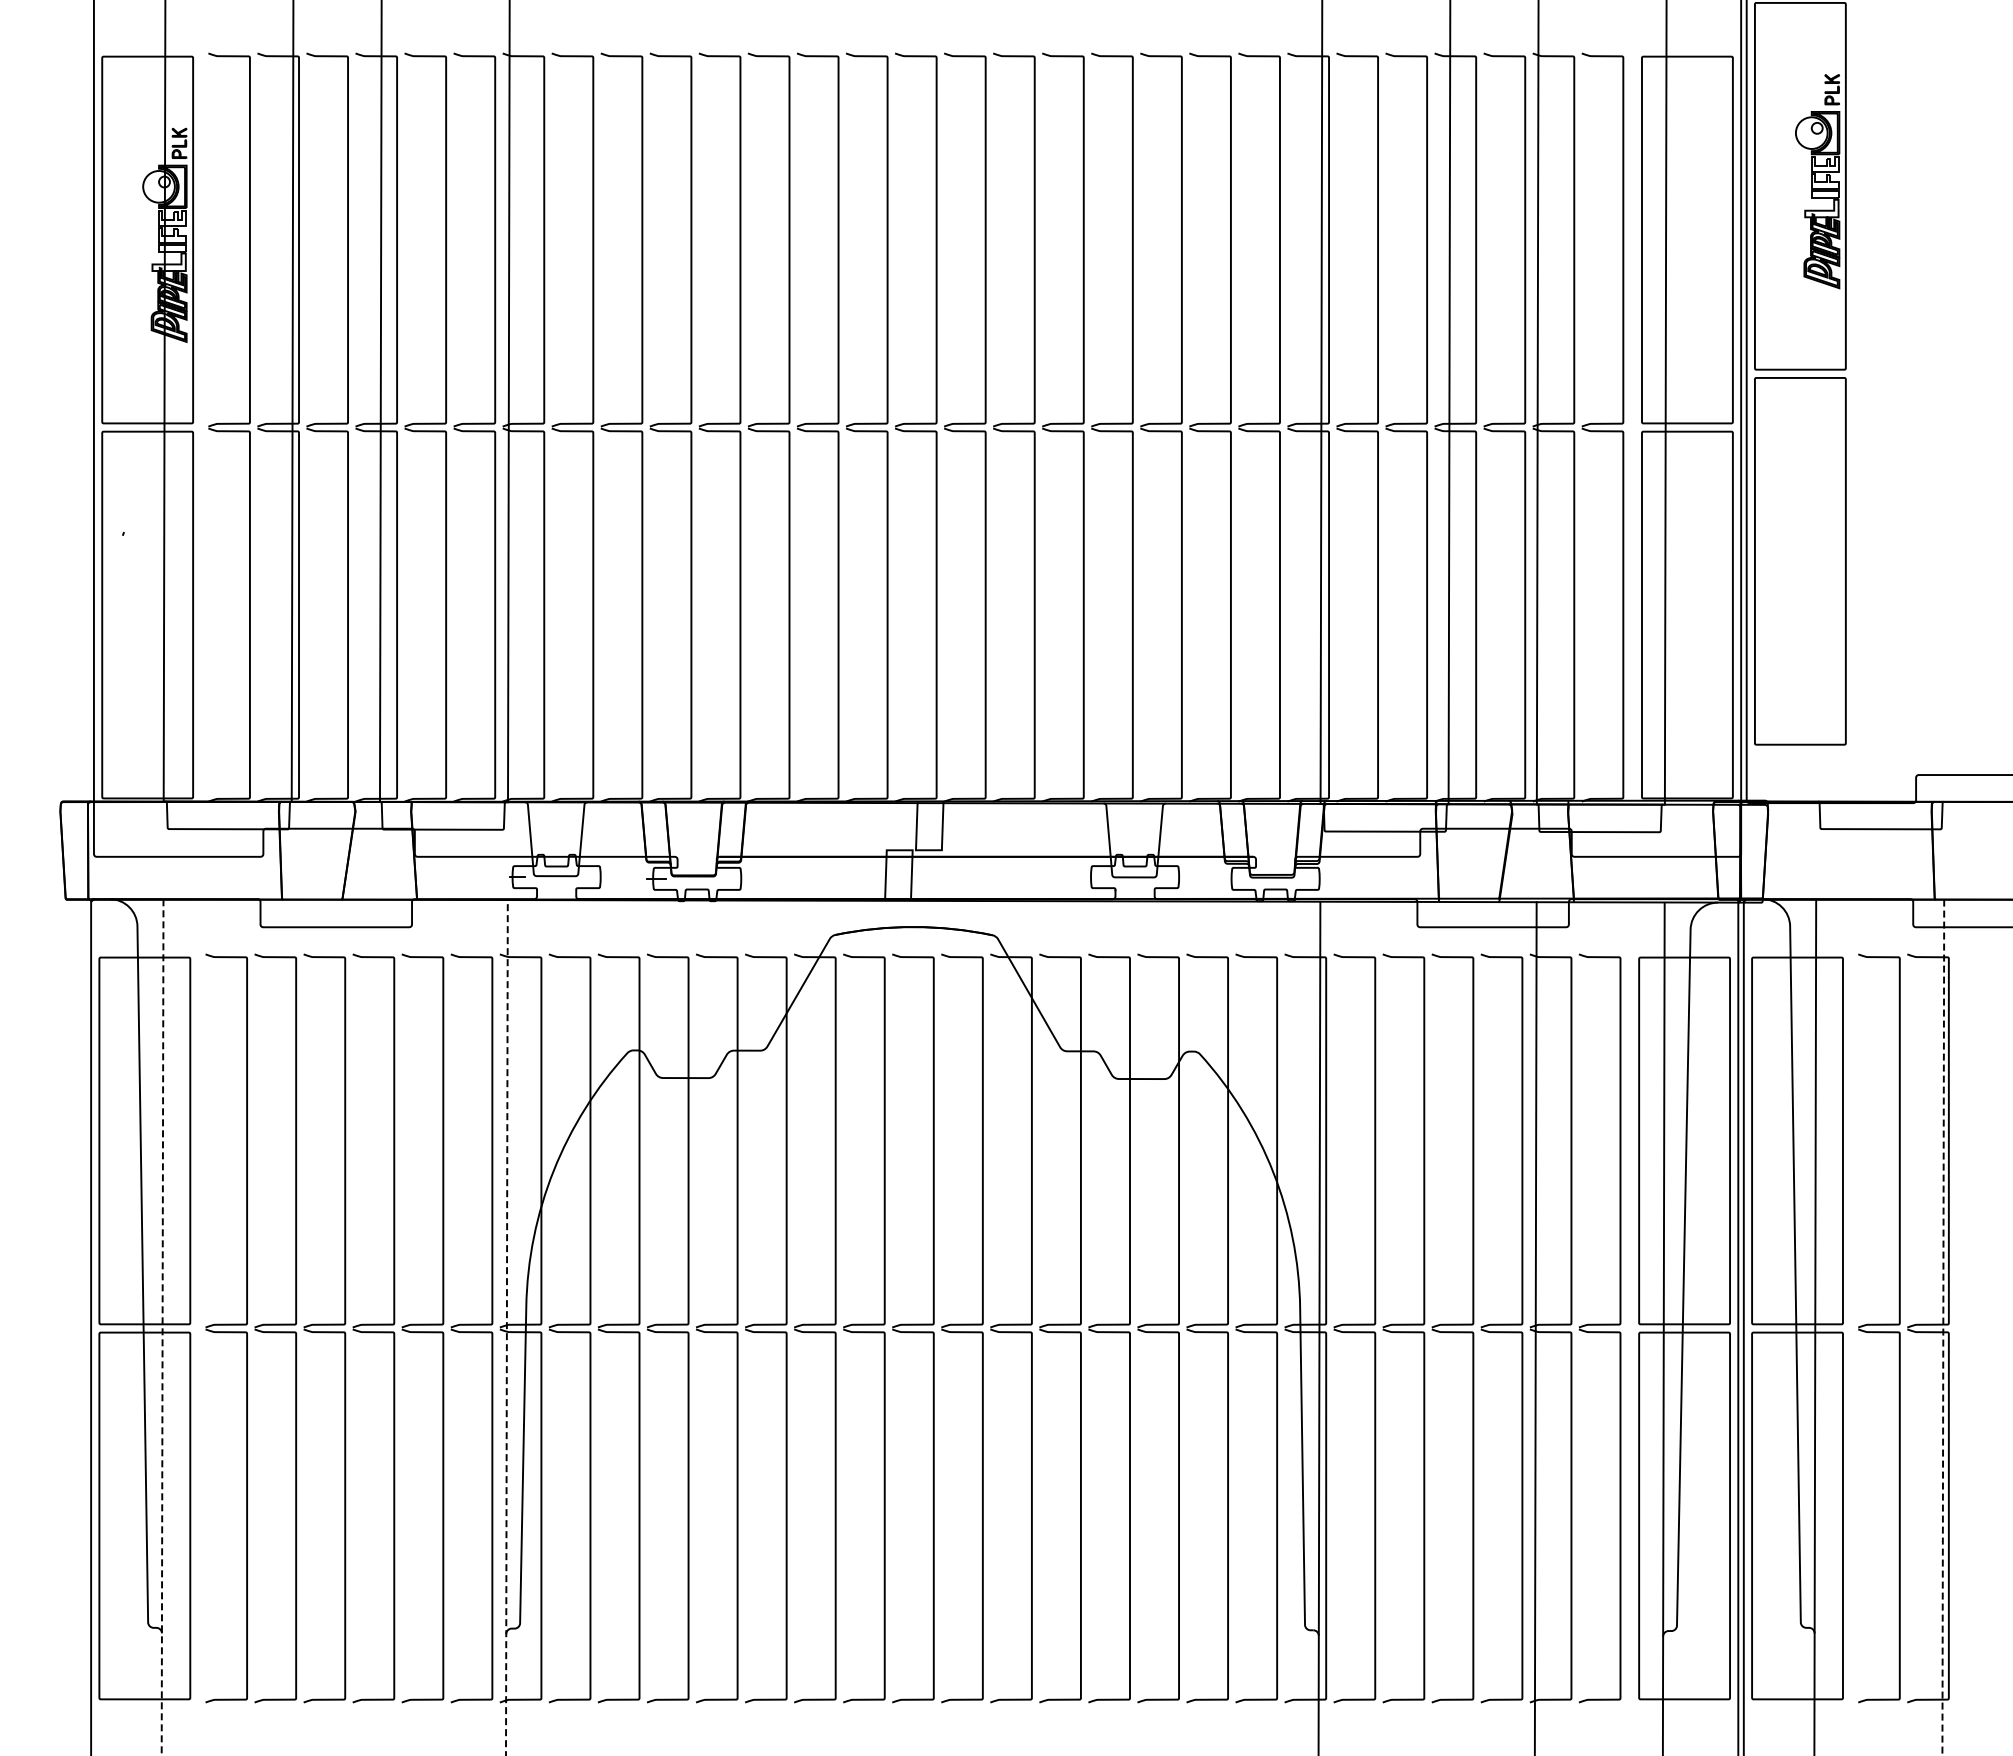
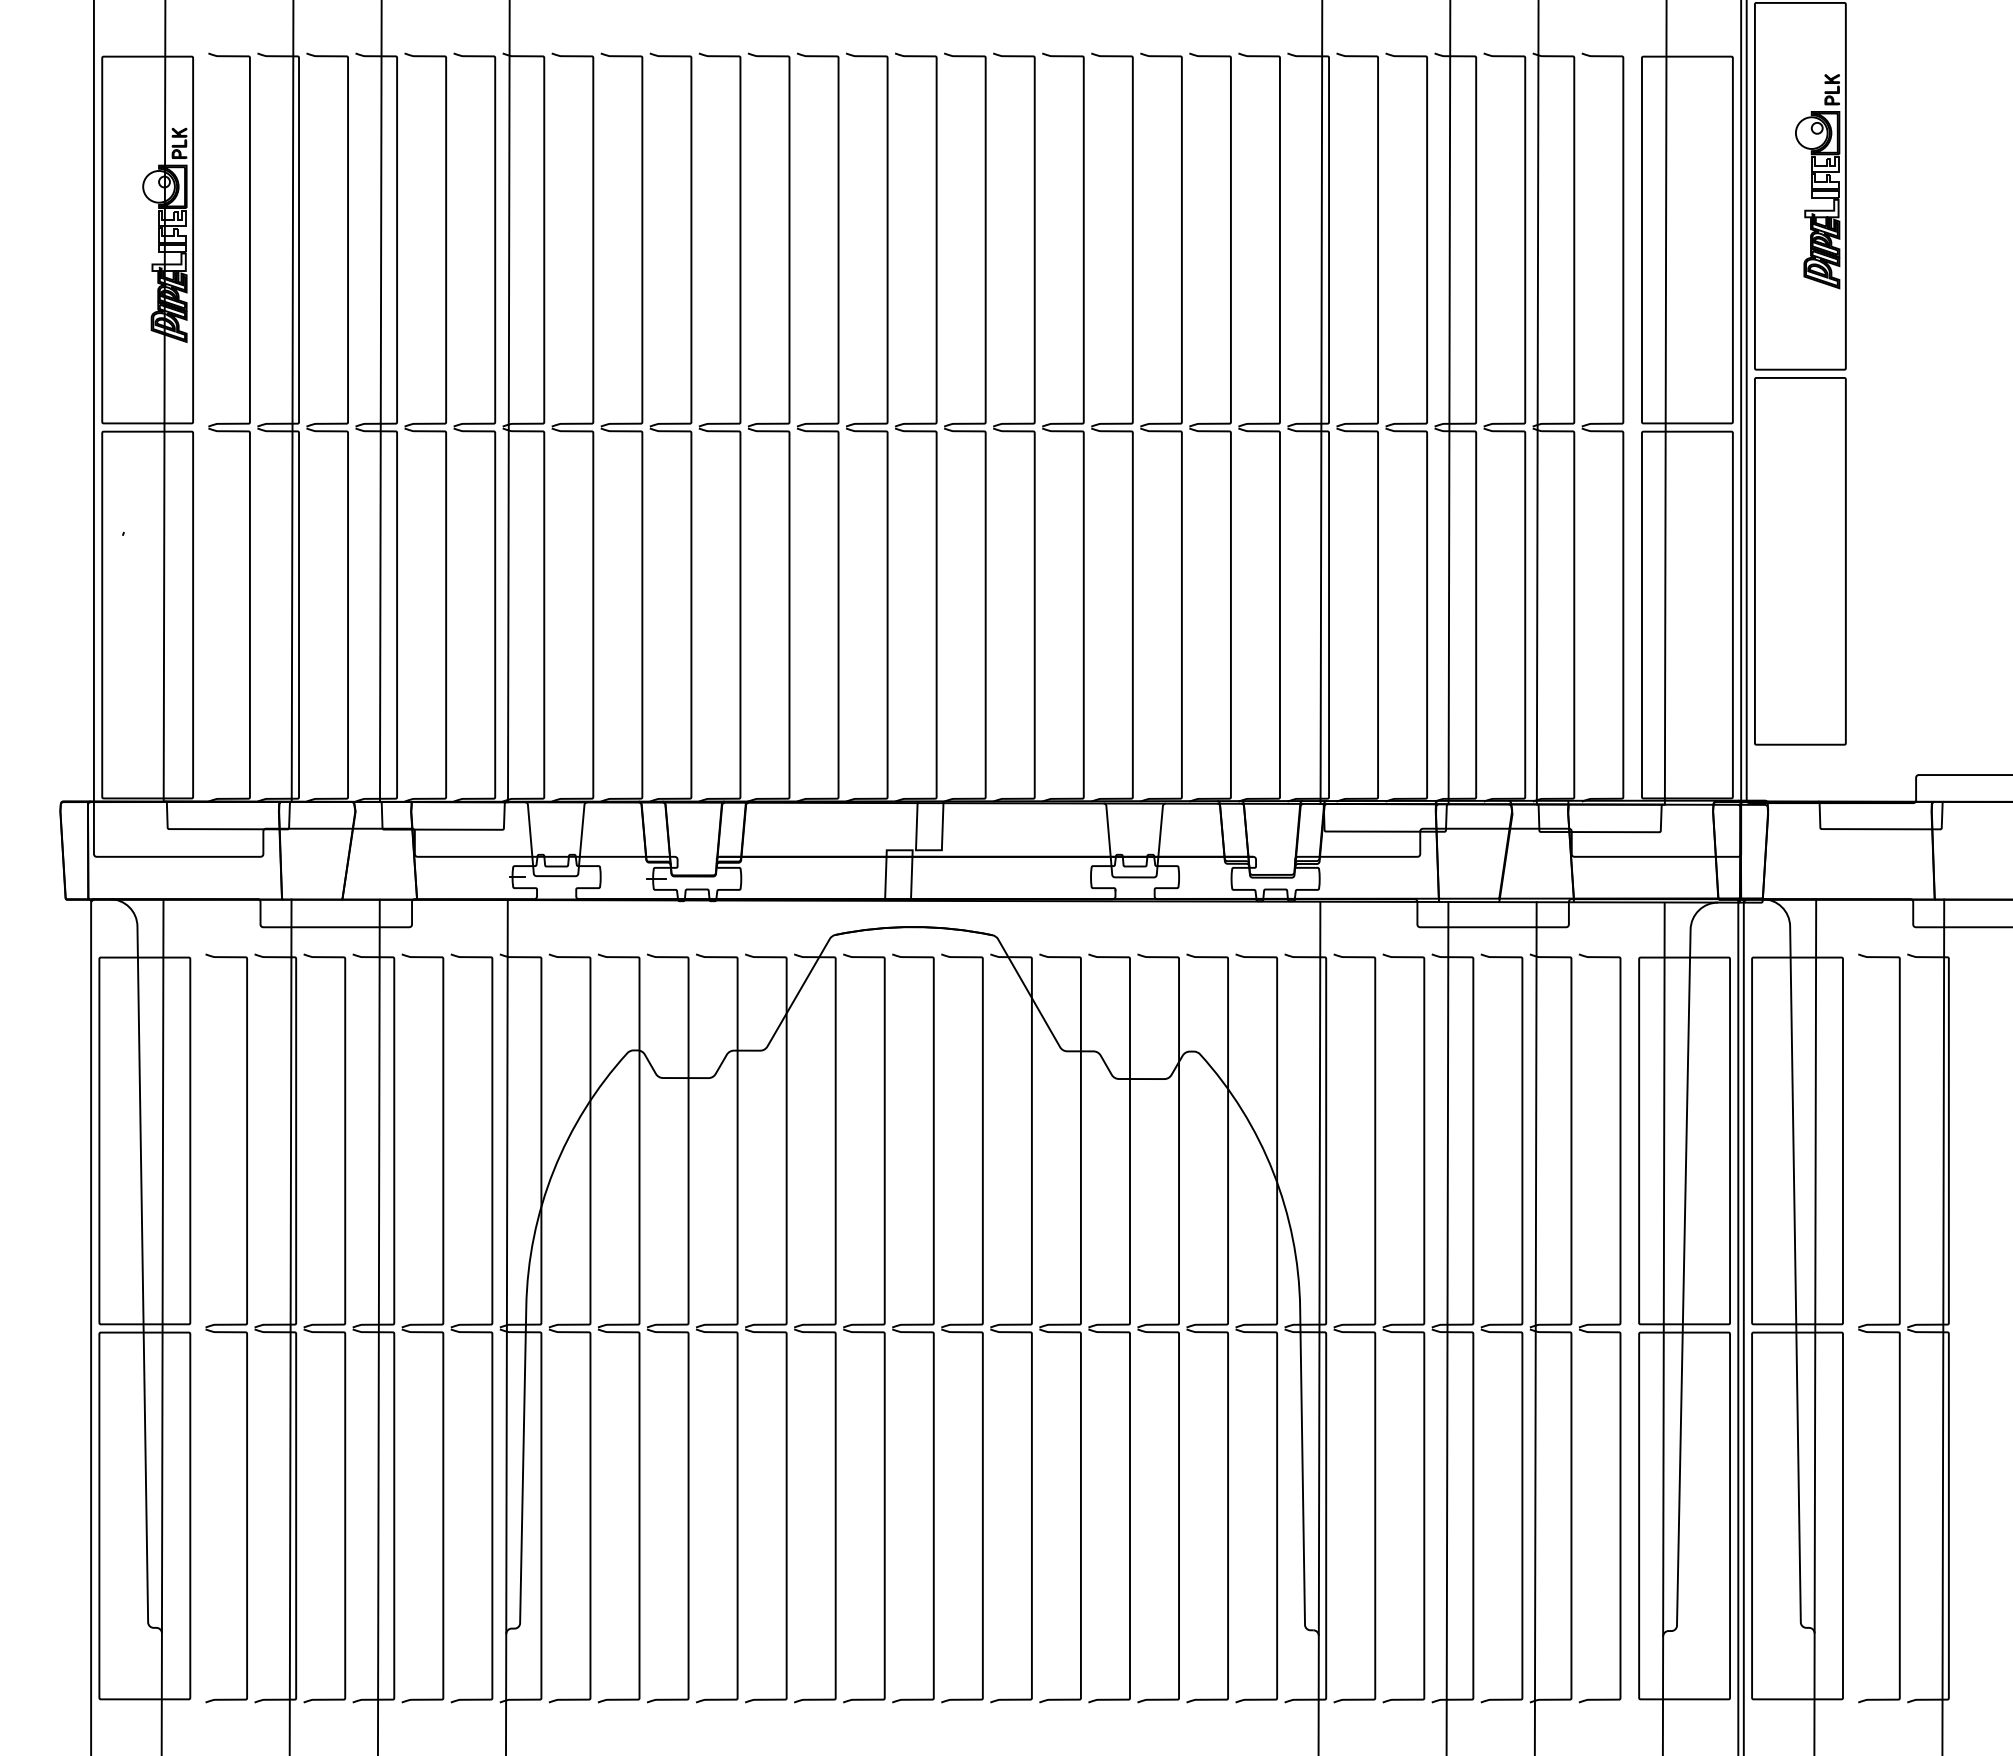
line at (290, 1325): none -> present
line at (378, 1325): none -> present
line at (1447, 1327): none -> present
line at (1943, 1327): dashed -> solid
line at (506, 1755): dashed -> solid
